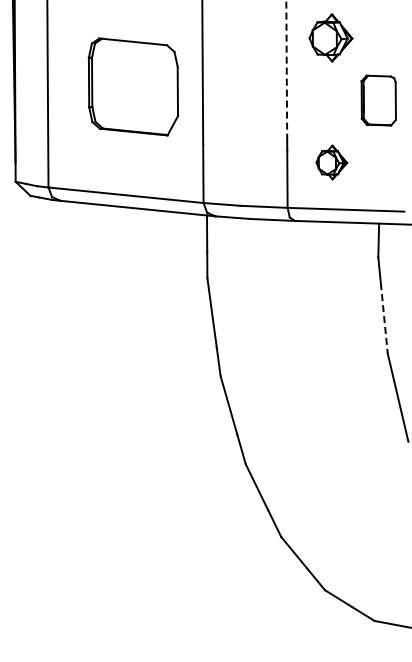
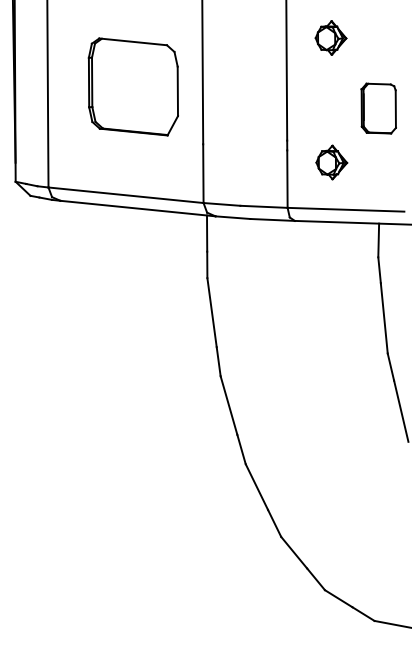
part at (330, 37) size: 46x50 px -> 34x36 px
line at (286, 70): dashed -> solid
part at (378, 100) position: (378, 100) -> (378, 108)
line at (384, 318): dashed -> solid
